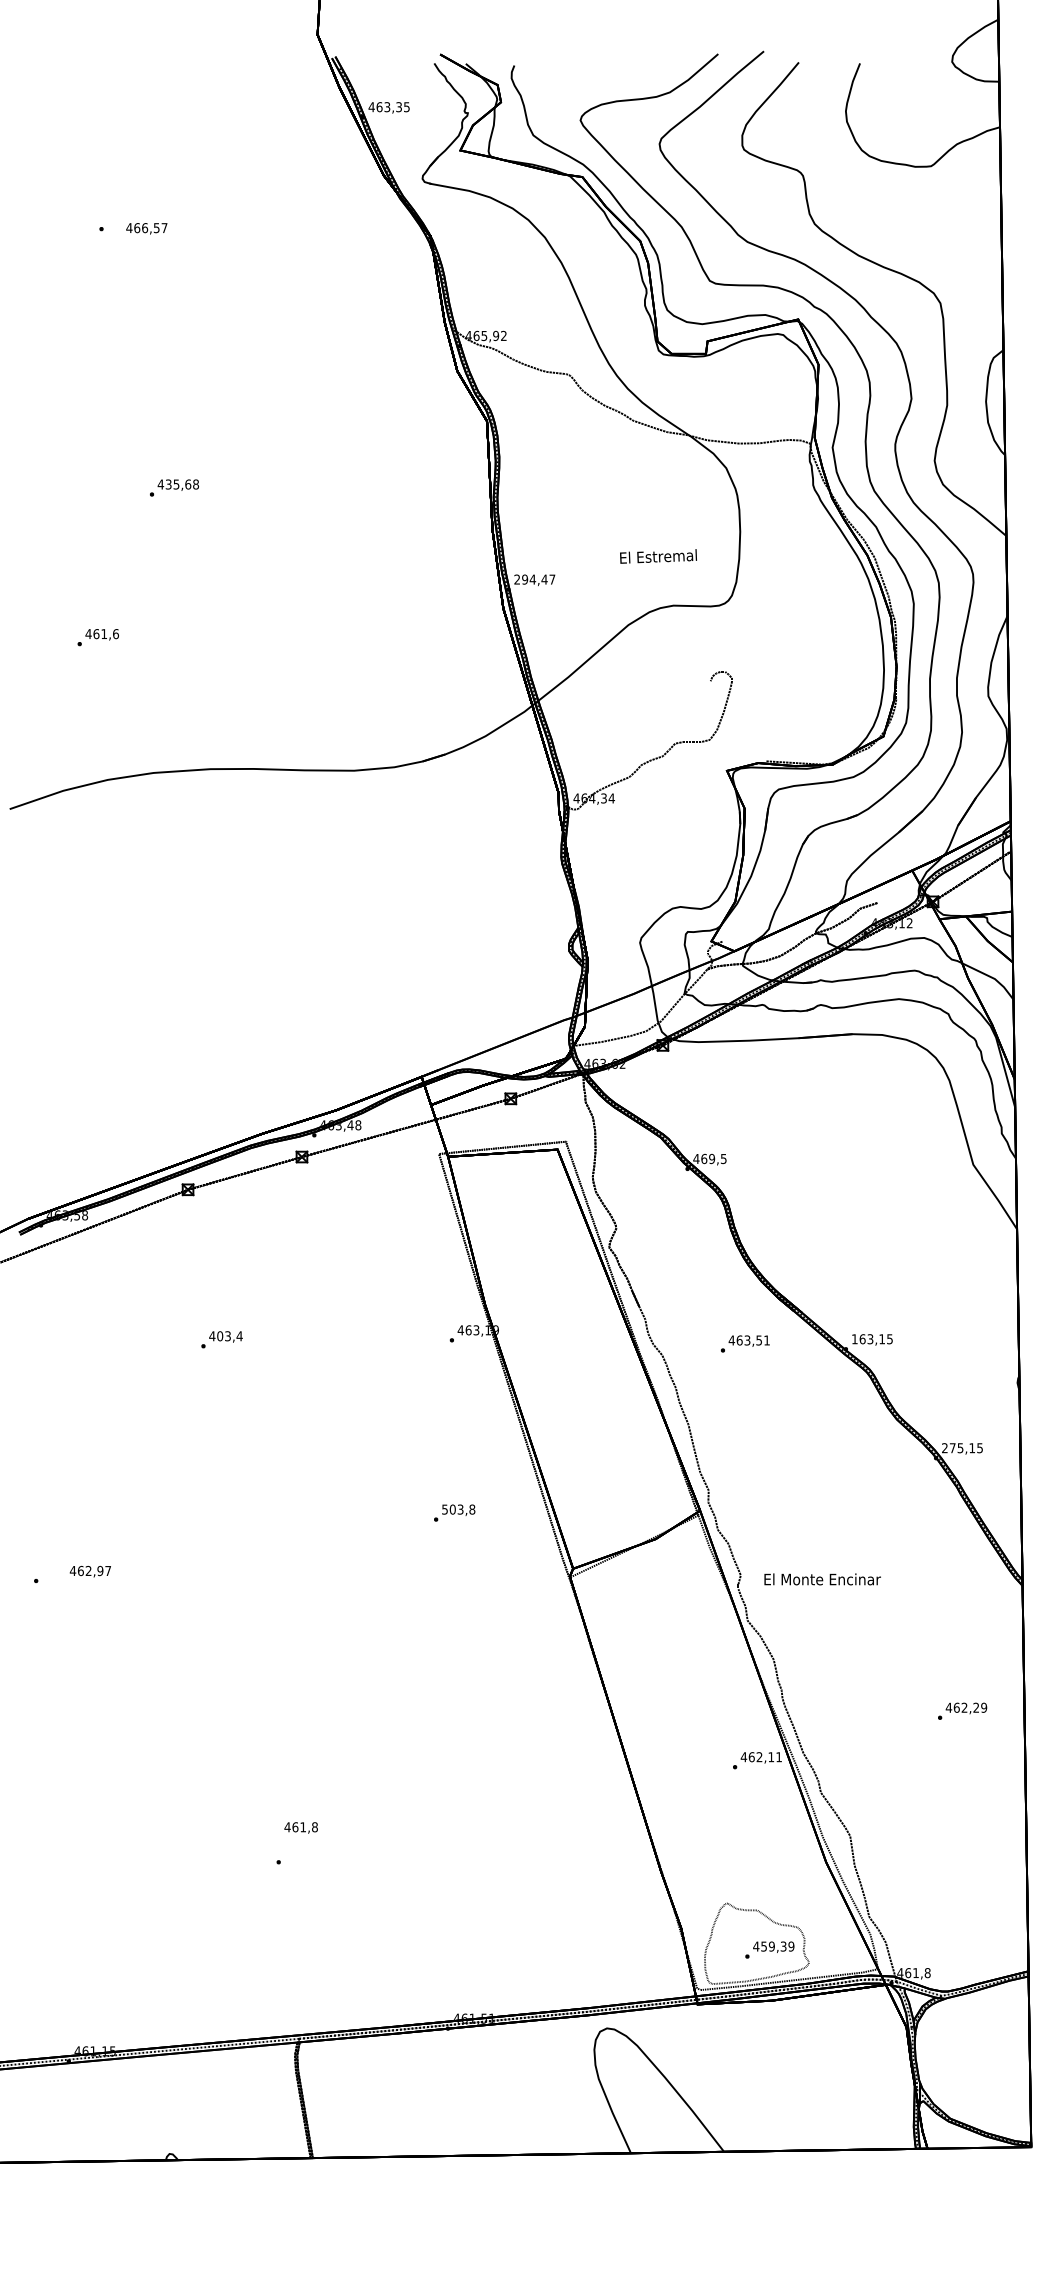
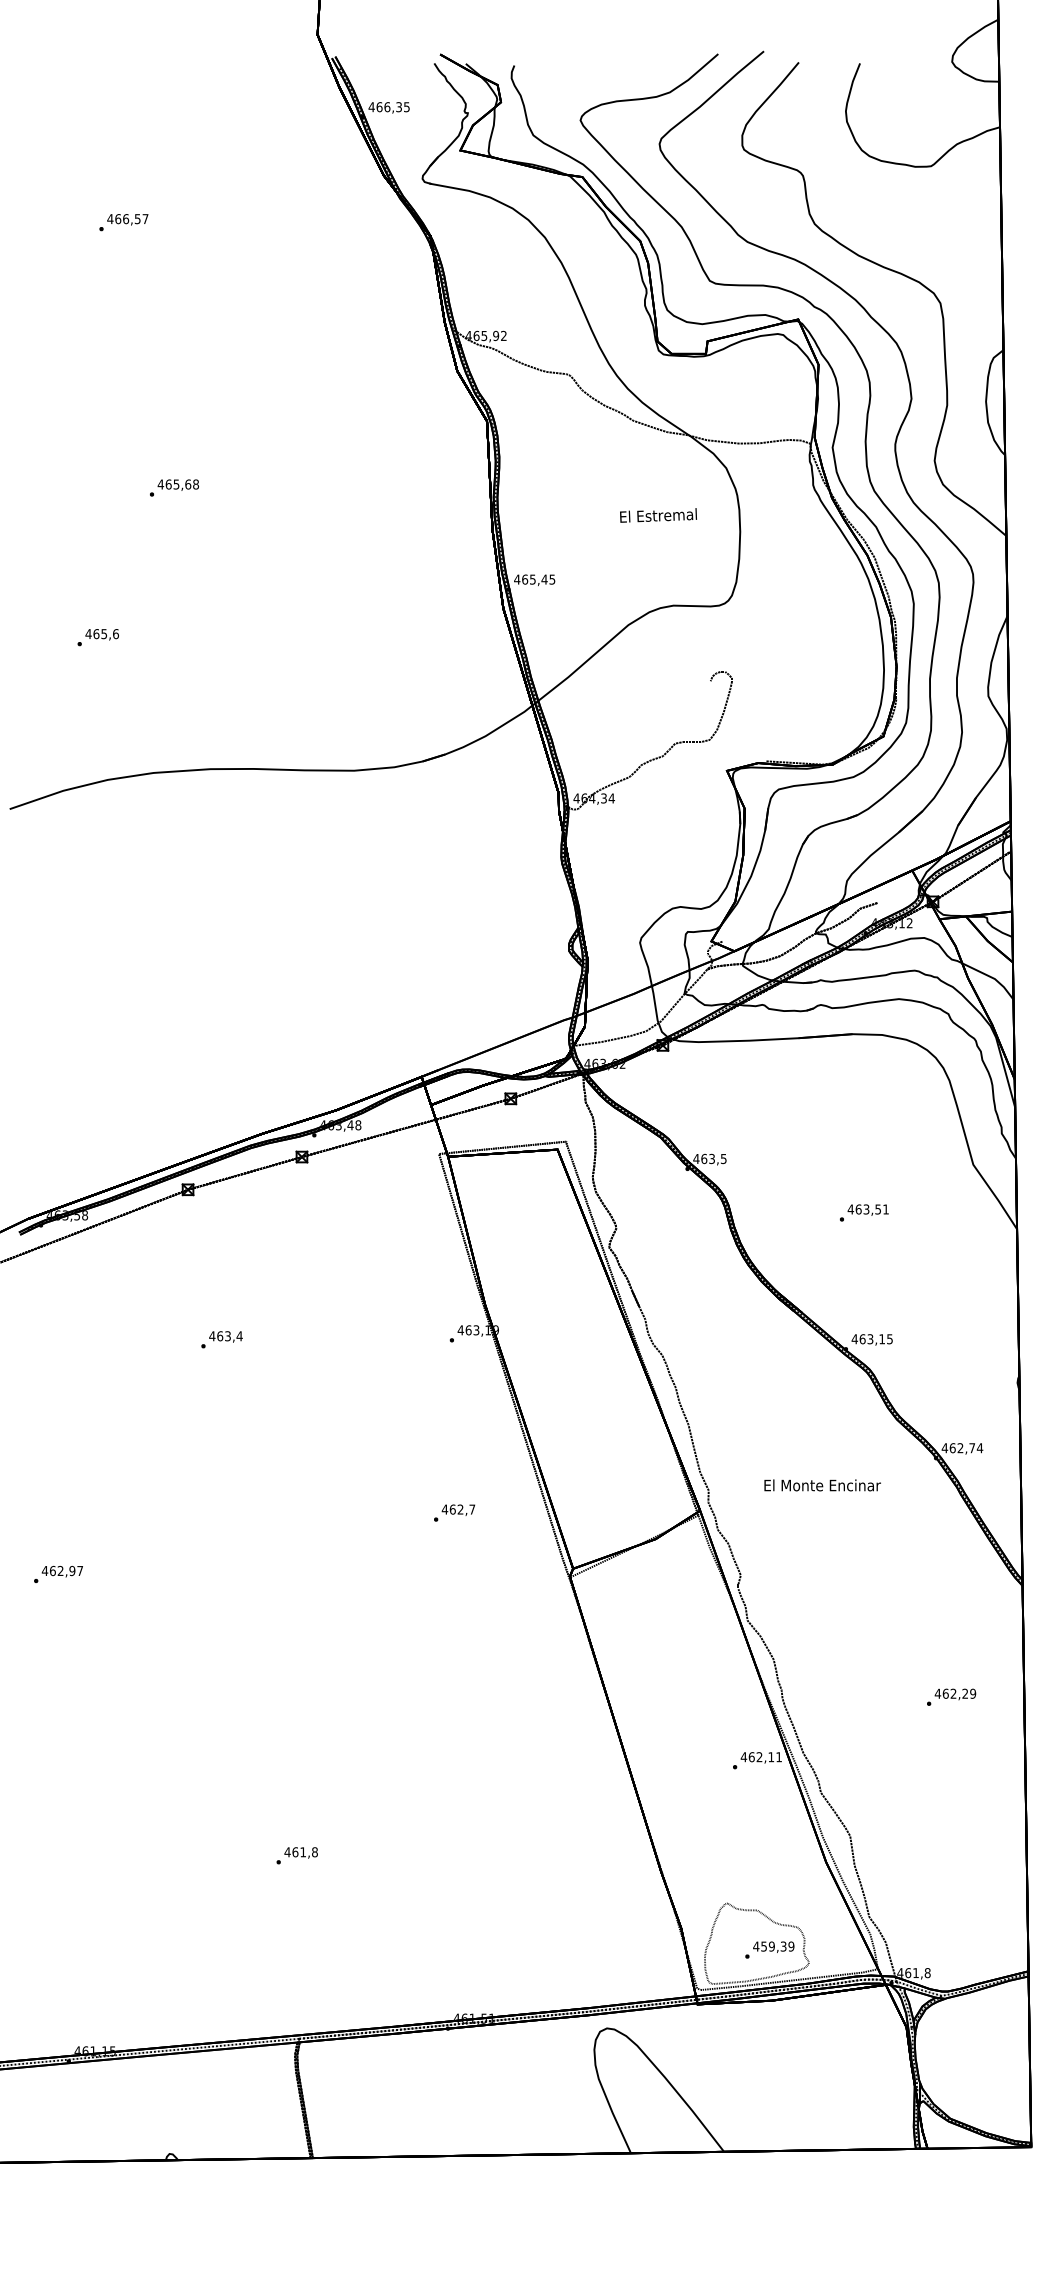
text at (387, 107): 463,35 -> 466,35
text at (146, 228) position: (146, 228) -> (127, 219)
text at (168, 484): 435,68 -> 465,68
text at (658, 556) position: (658, 556) -> (658, 515)
text at (534, 579): 294,47 -> 465,45
text at (104, 634): 461,6 -> 465,6
text at (712, 1158): 469,5 -> 463,5
text at (220, 1335): 403,4 -> 463,4
text at (854, 1339): 163,15 -> 463,15
text at (745, 1343) position: (745, 1343) -> (864, 1212)
text at (962, 1448): 275,15 -> 462,74
text at (458, 1509): 503,8 -> 462,7
text at (89, 1571) position: (89, 1571) -> (61, 1571)
text at (822, 1579) position: (822, 1579) -> (822, 1485)
text at (962, 1710) position: (962, 1710) -> (951, 1696)
text at (300, 1827) position: (300, 1827) -> (300, 1852)
